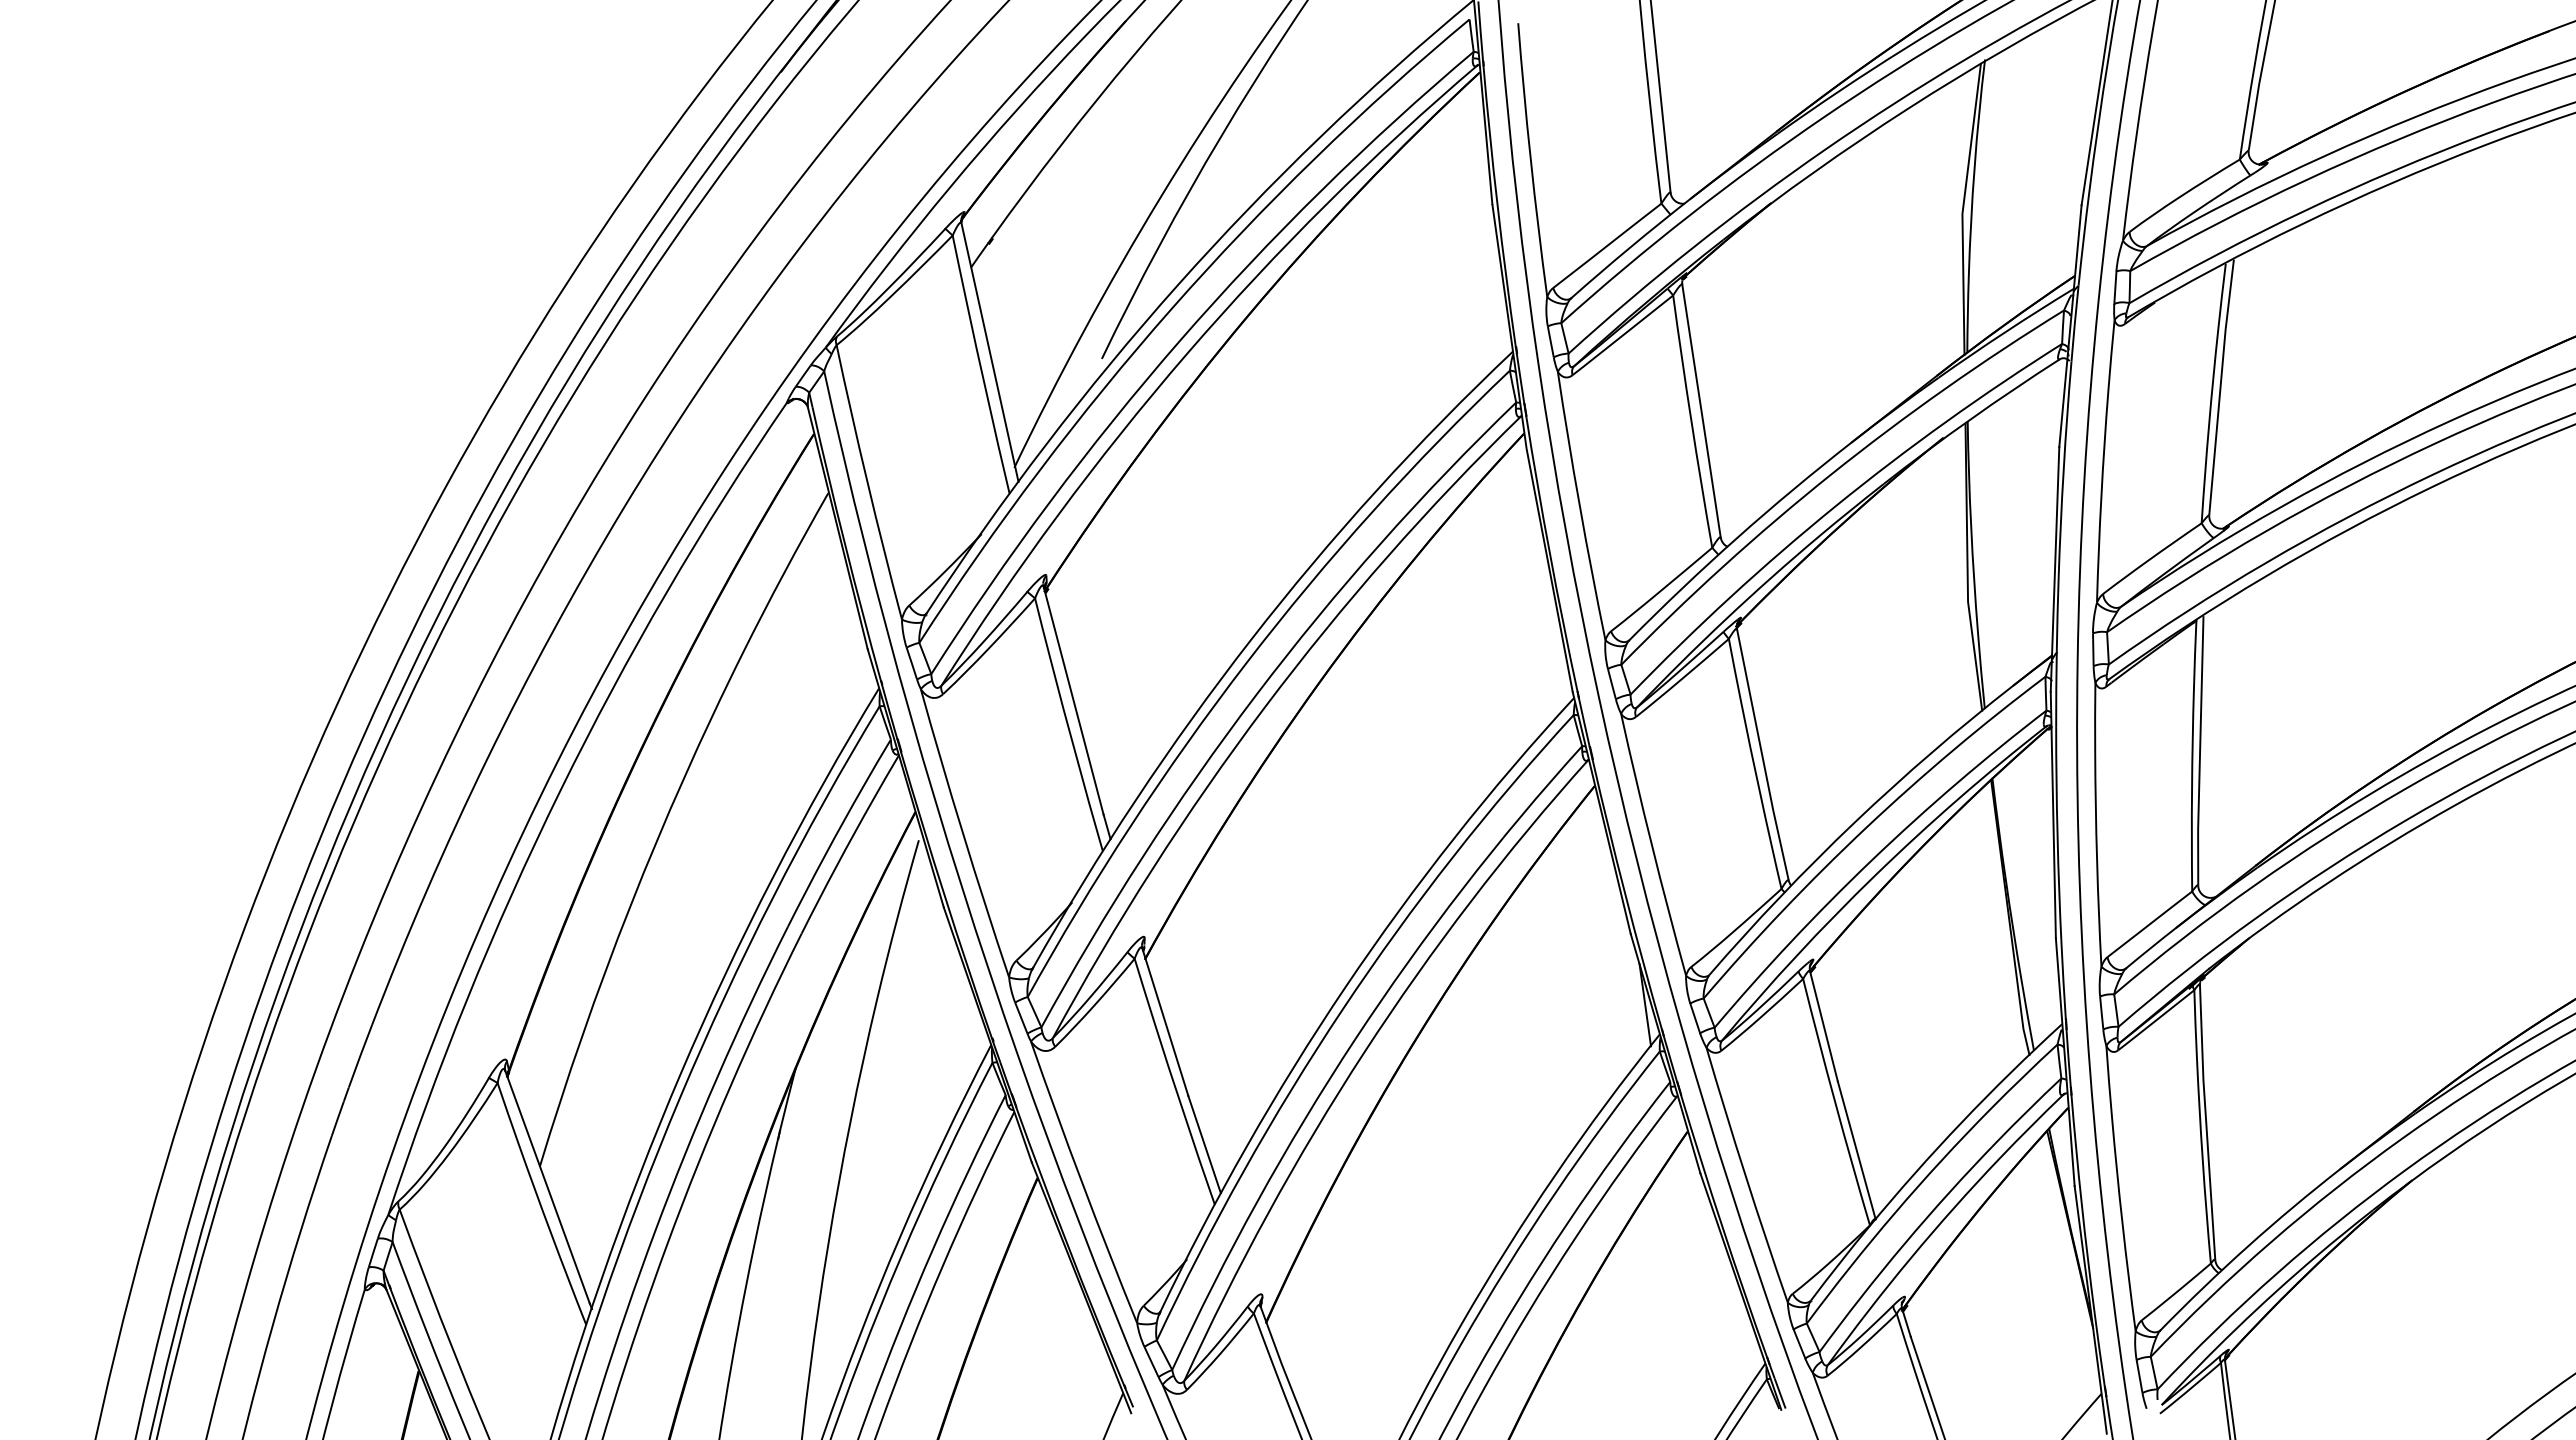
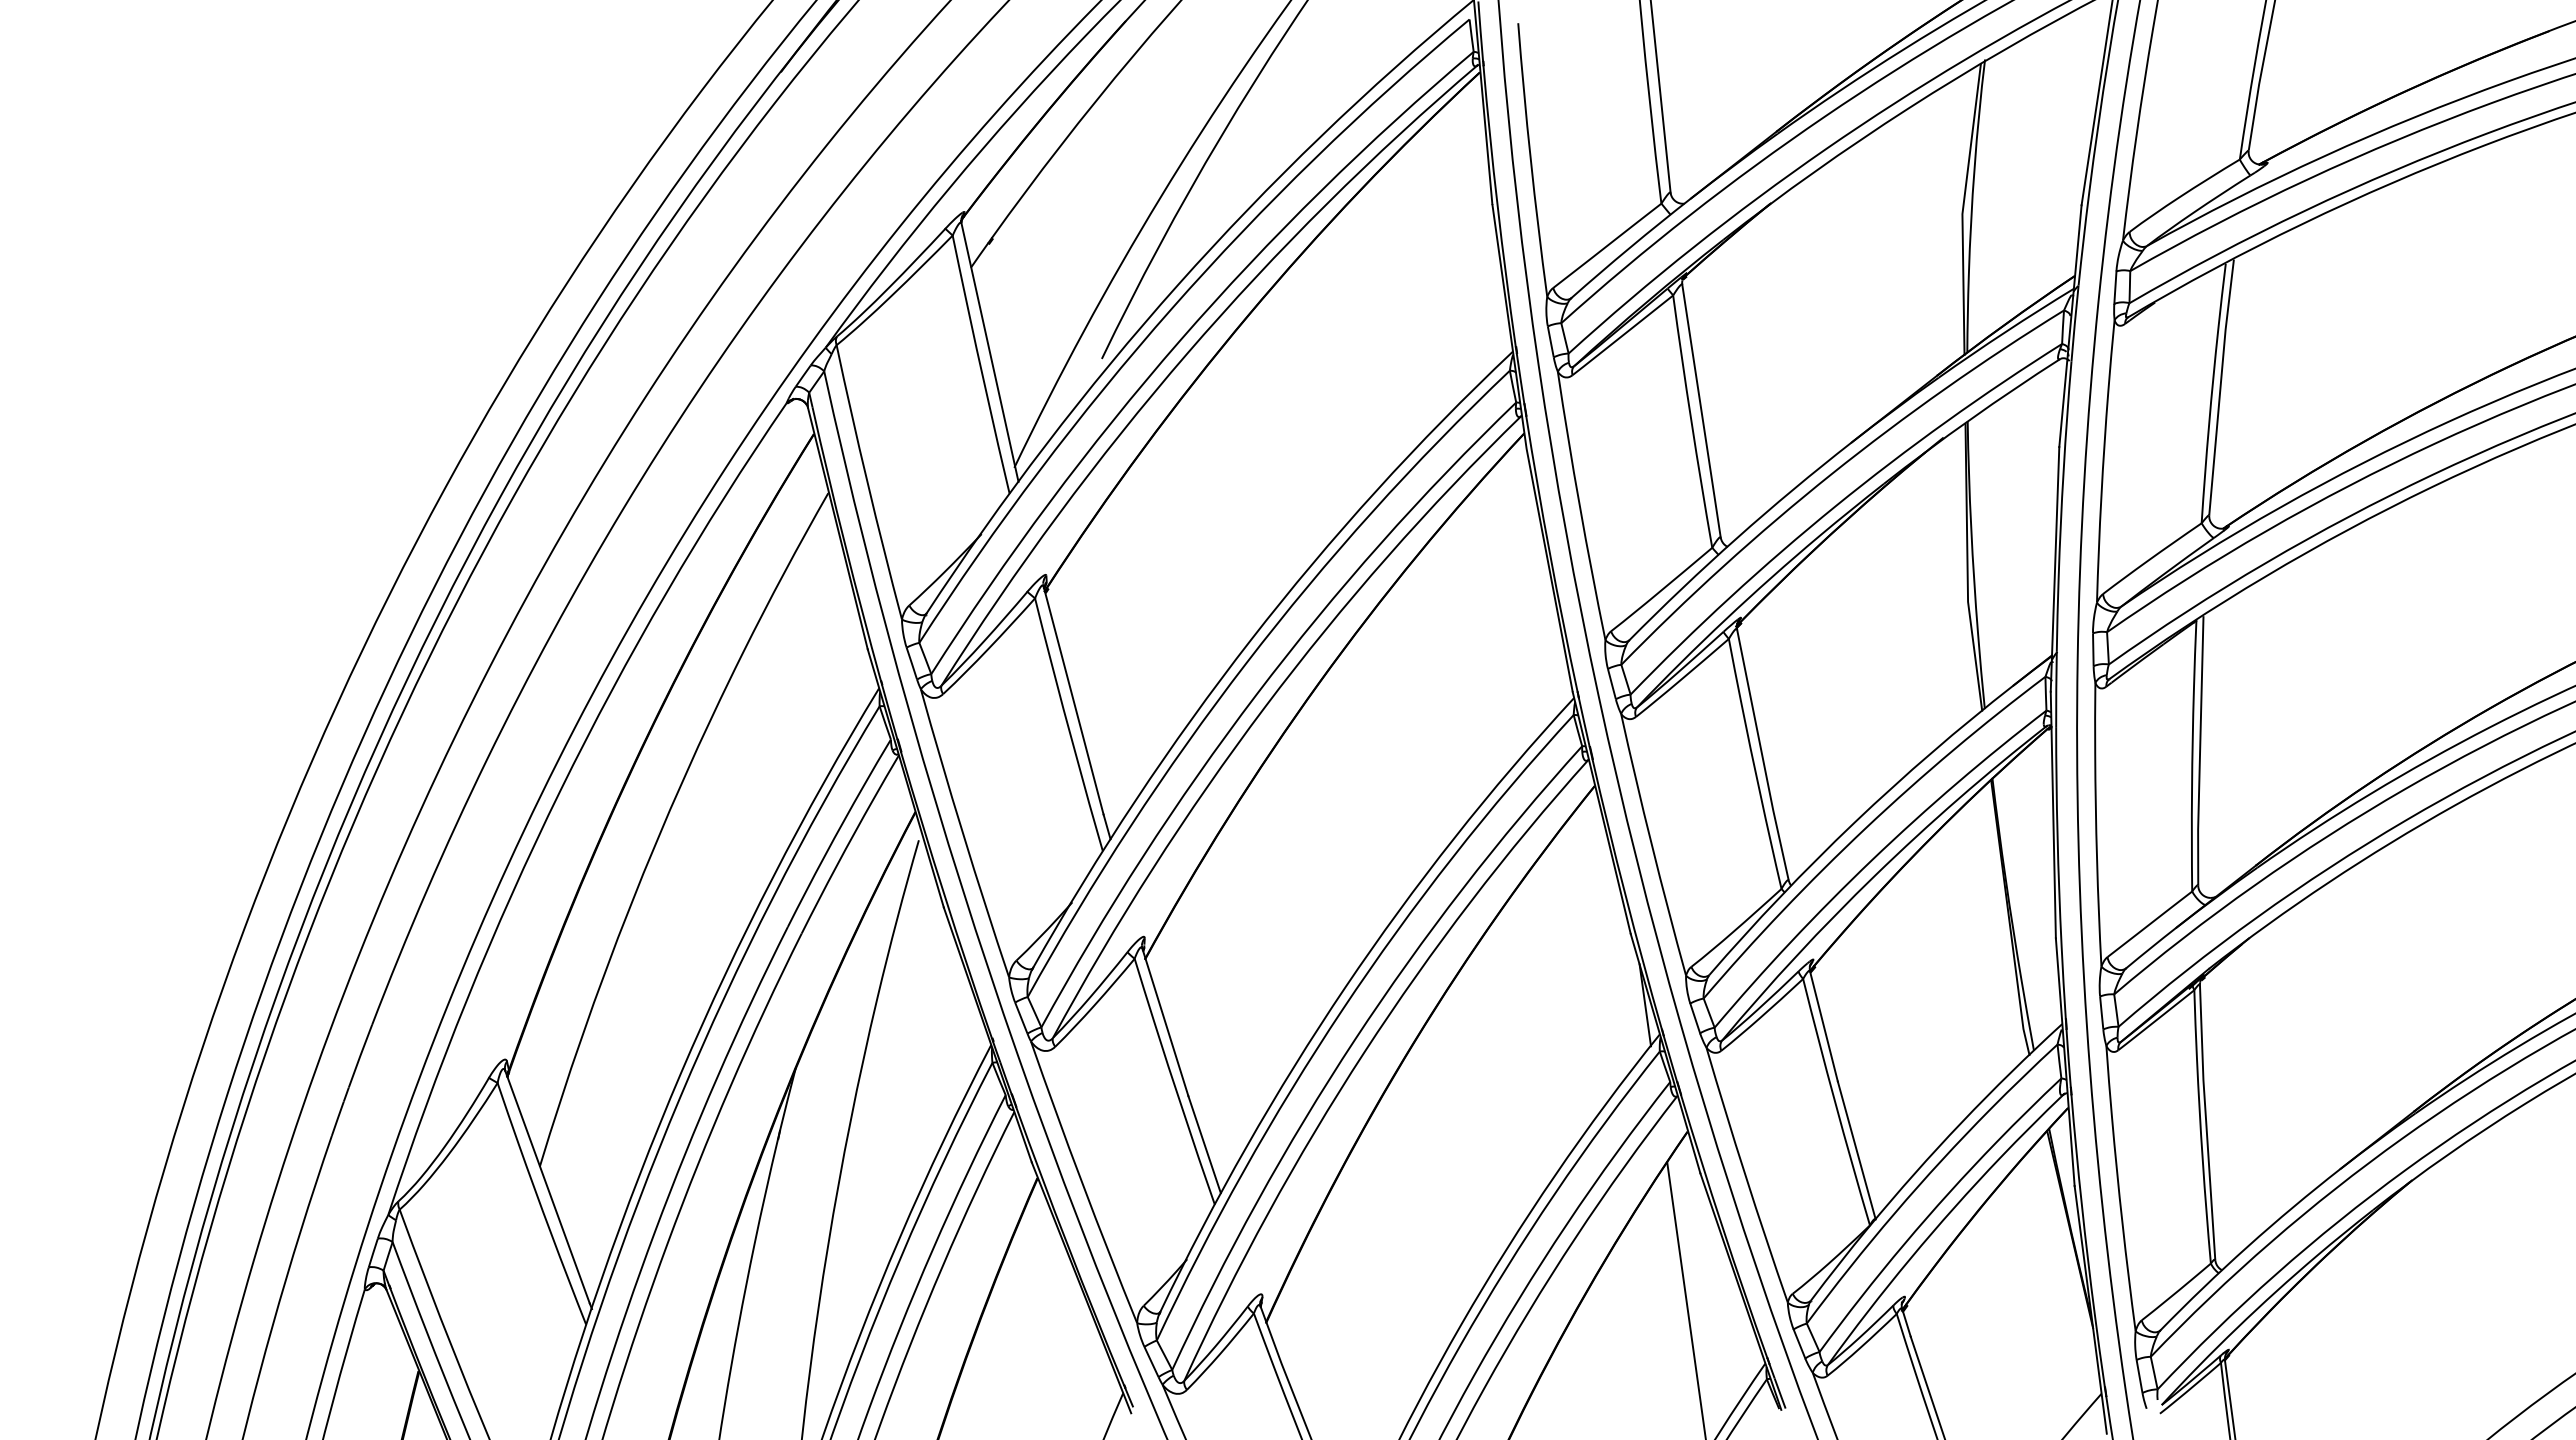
line at (1686, 1299): none -> present
